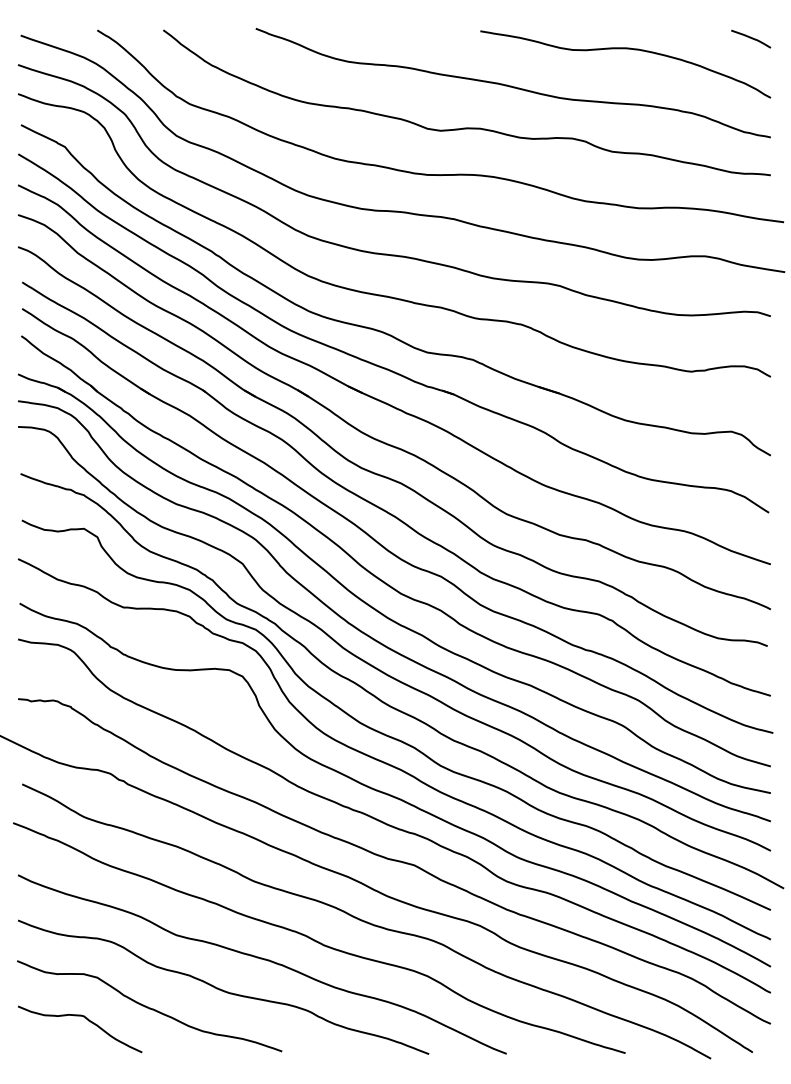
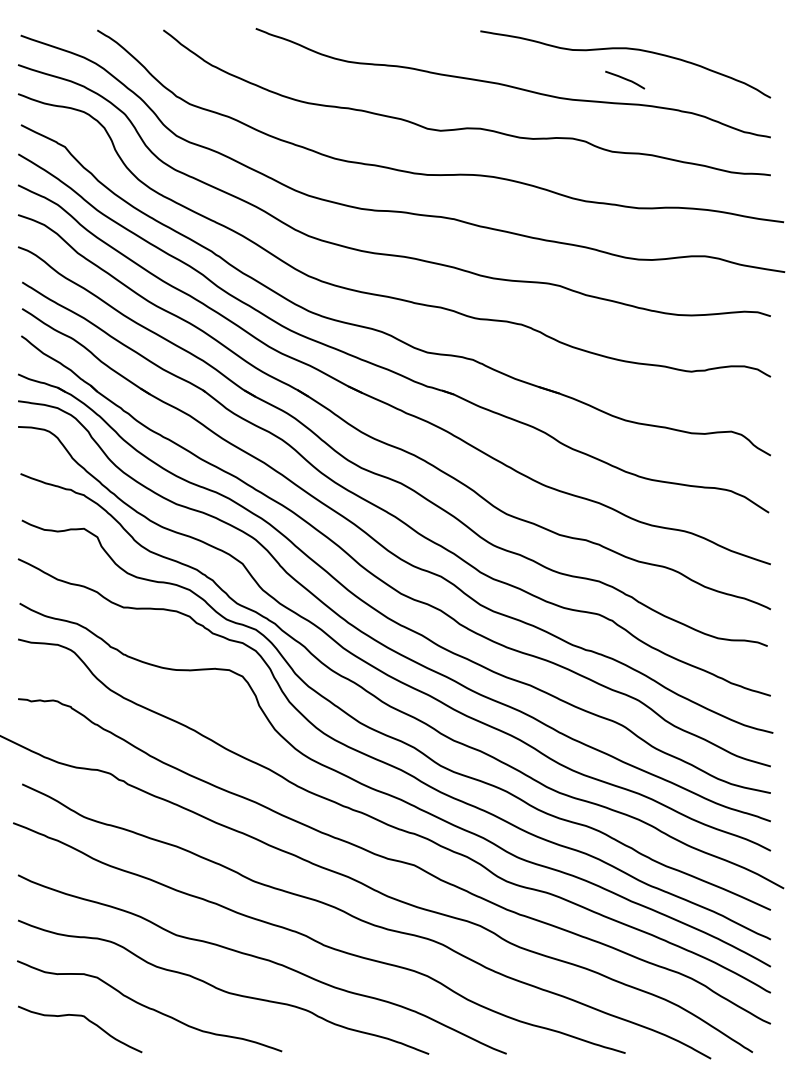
curve at (751, 38) position: (751, 38) -> (625, 79)
